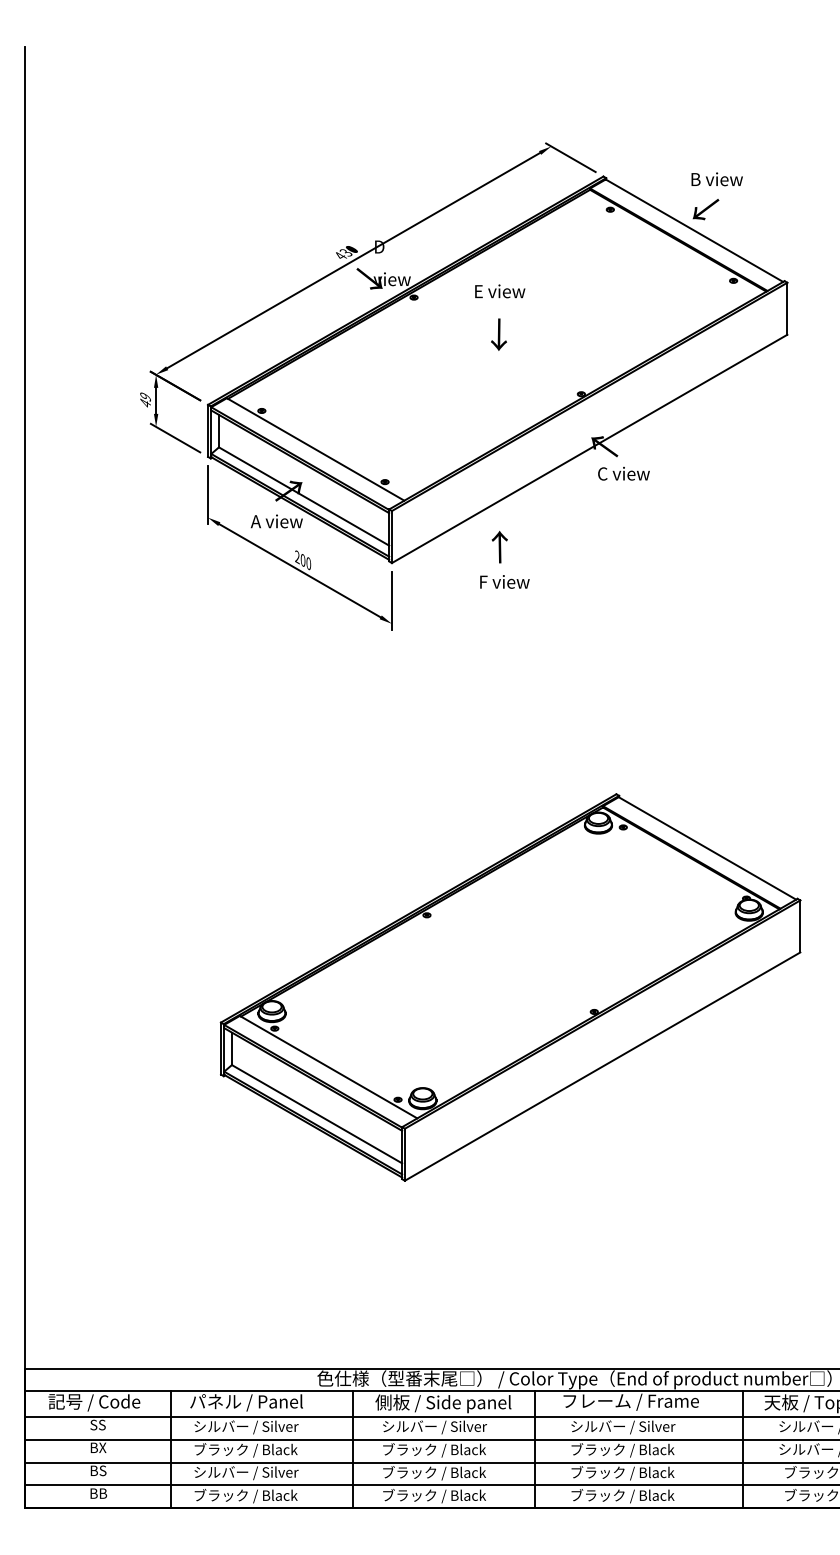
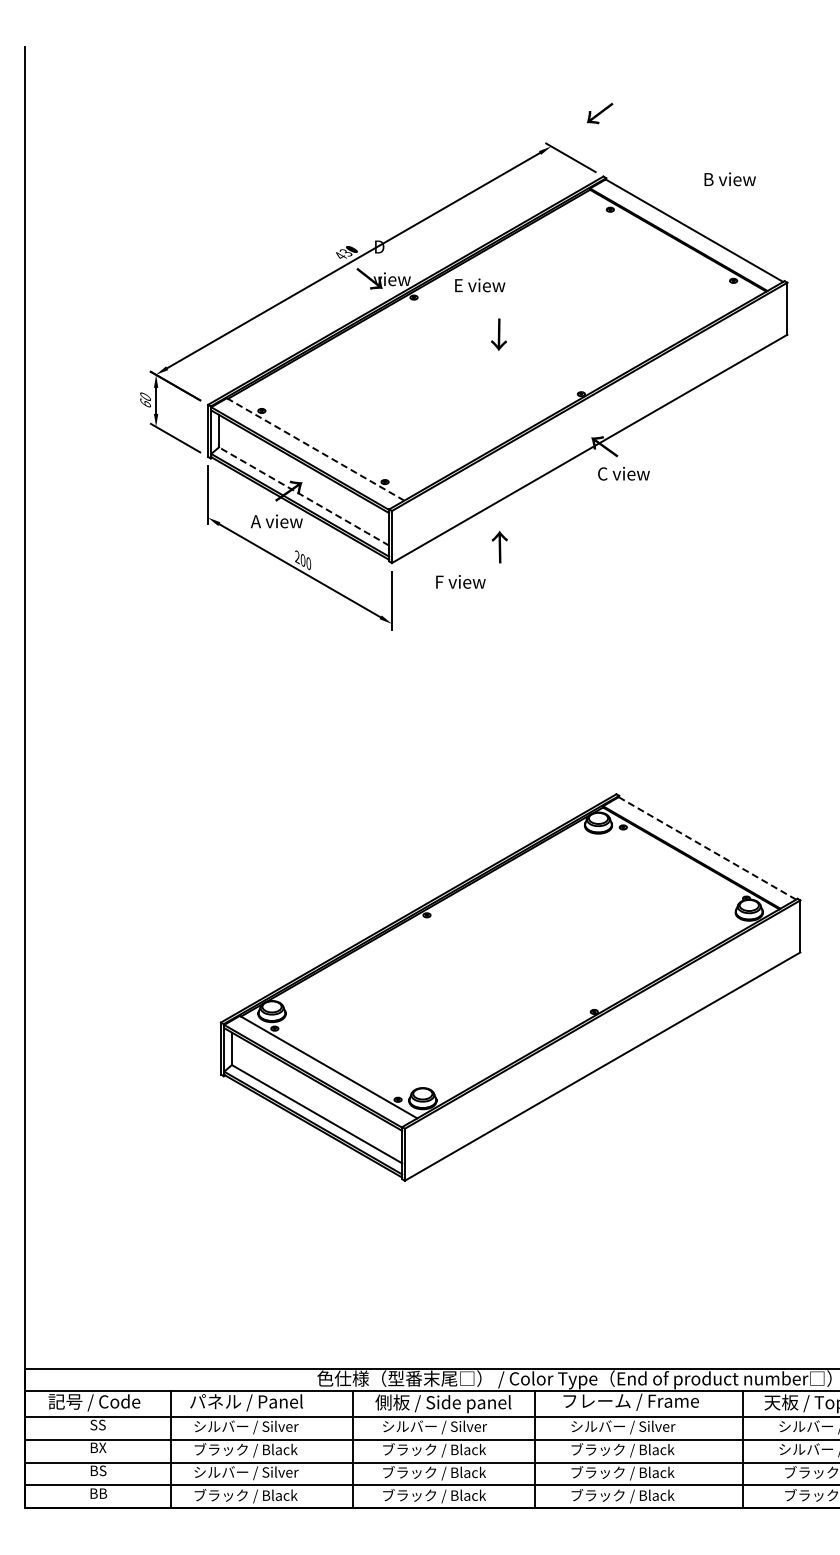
text at (716, 179) position: (716, 179) -> (729, 179)
text at (705, 209) position: (705, 209) -> (599, 113)
text at (500, 291) position: (500, 291) -> (480, 285)
text at (145, 399): 49 -> 60
line at (316, 449): solid -> dashed
line at (303, 496): solid -> dashed
text at (504, 581) position: (504, 581) -> (460, 581)
line at (707, 848): solid -> dashed
